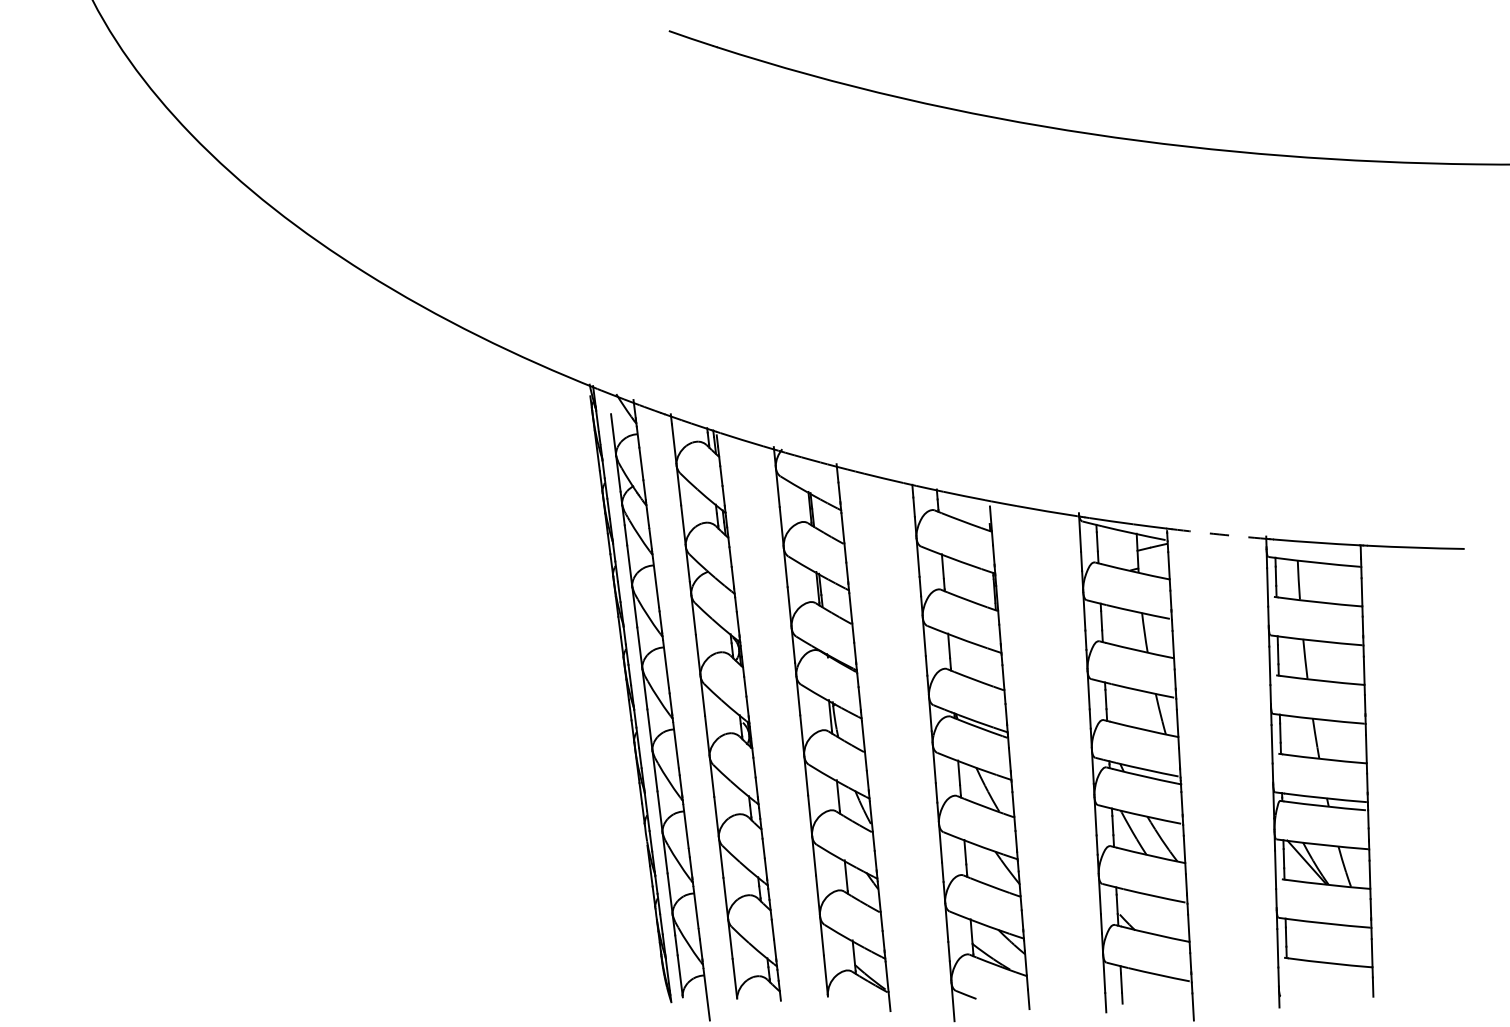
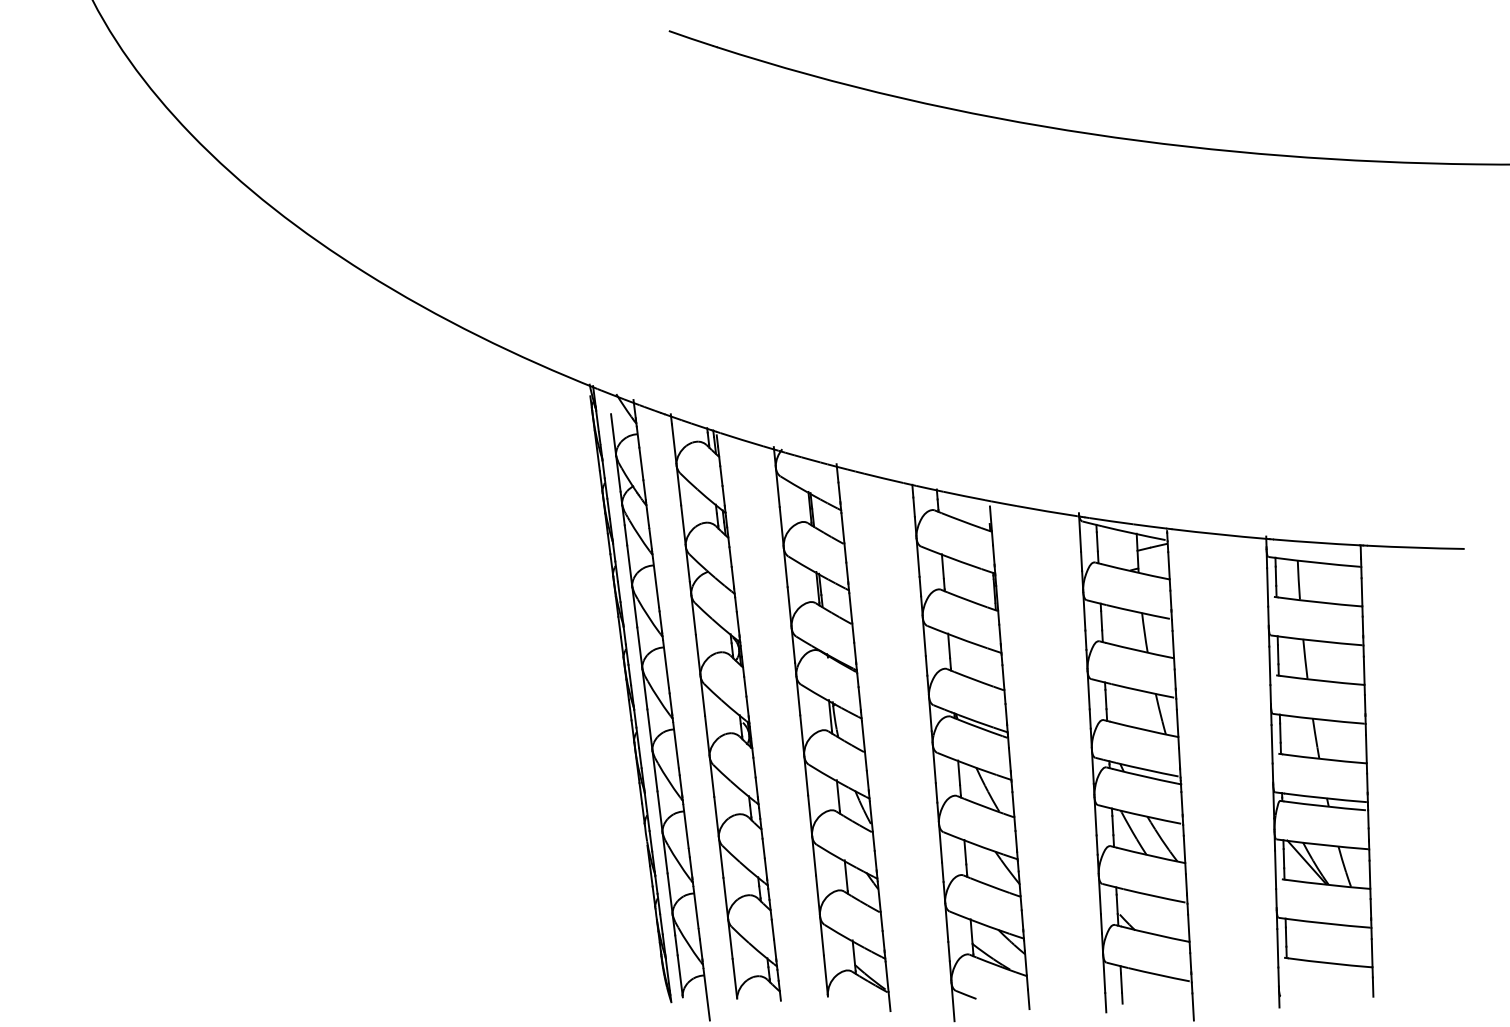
arc at (1219, 534): dashed -> solid
